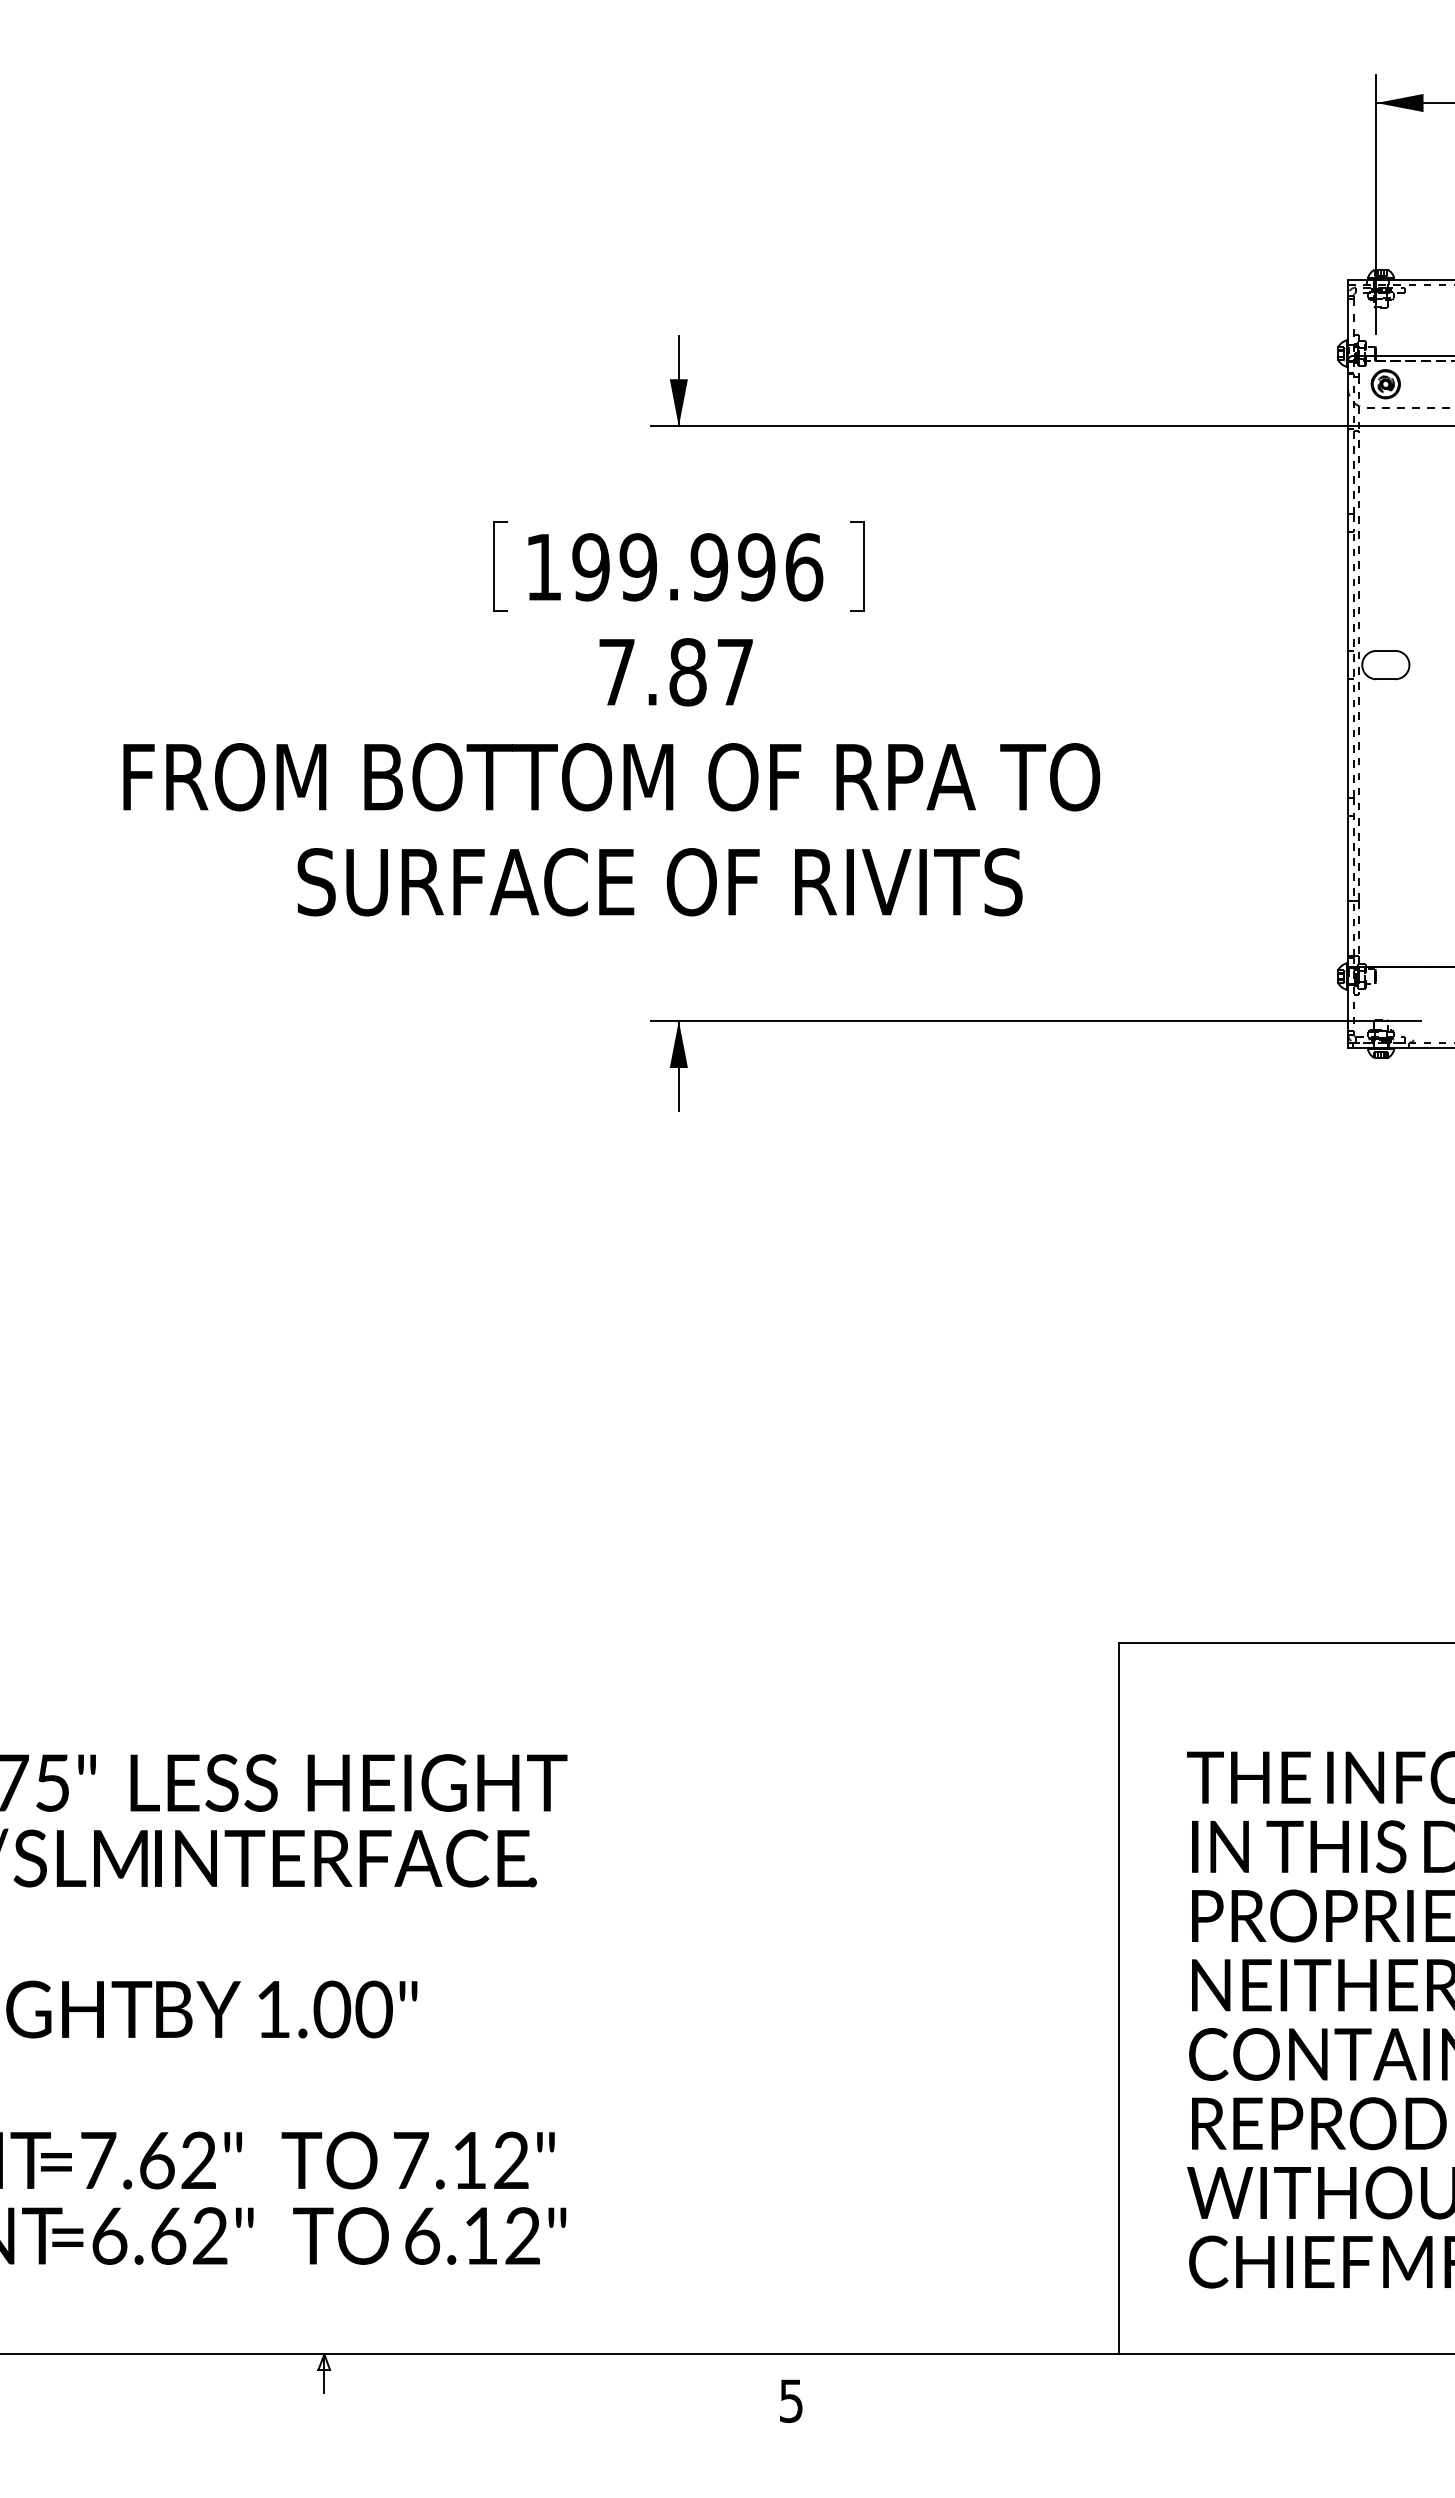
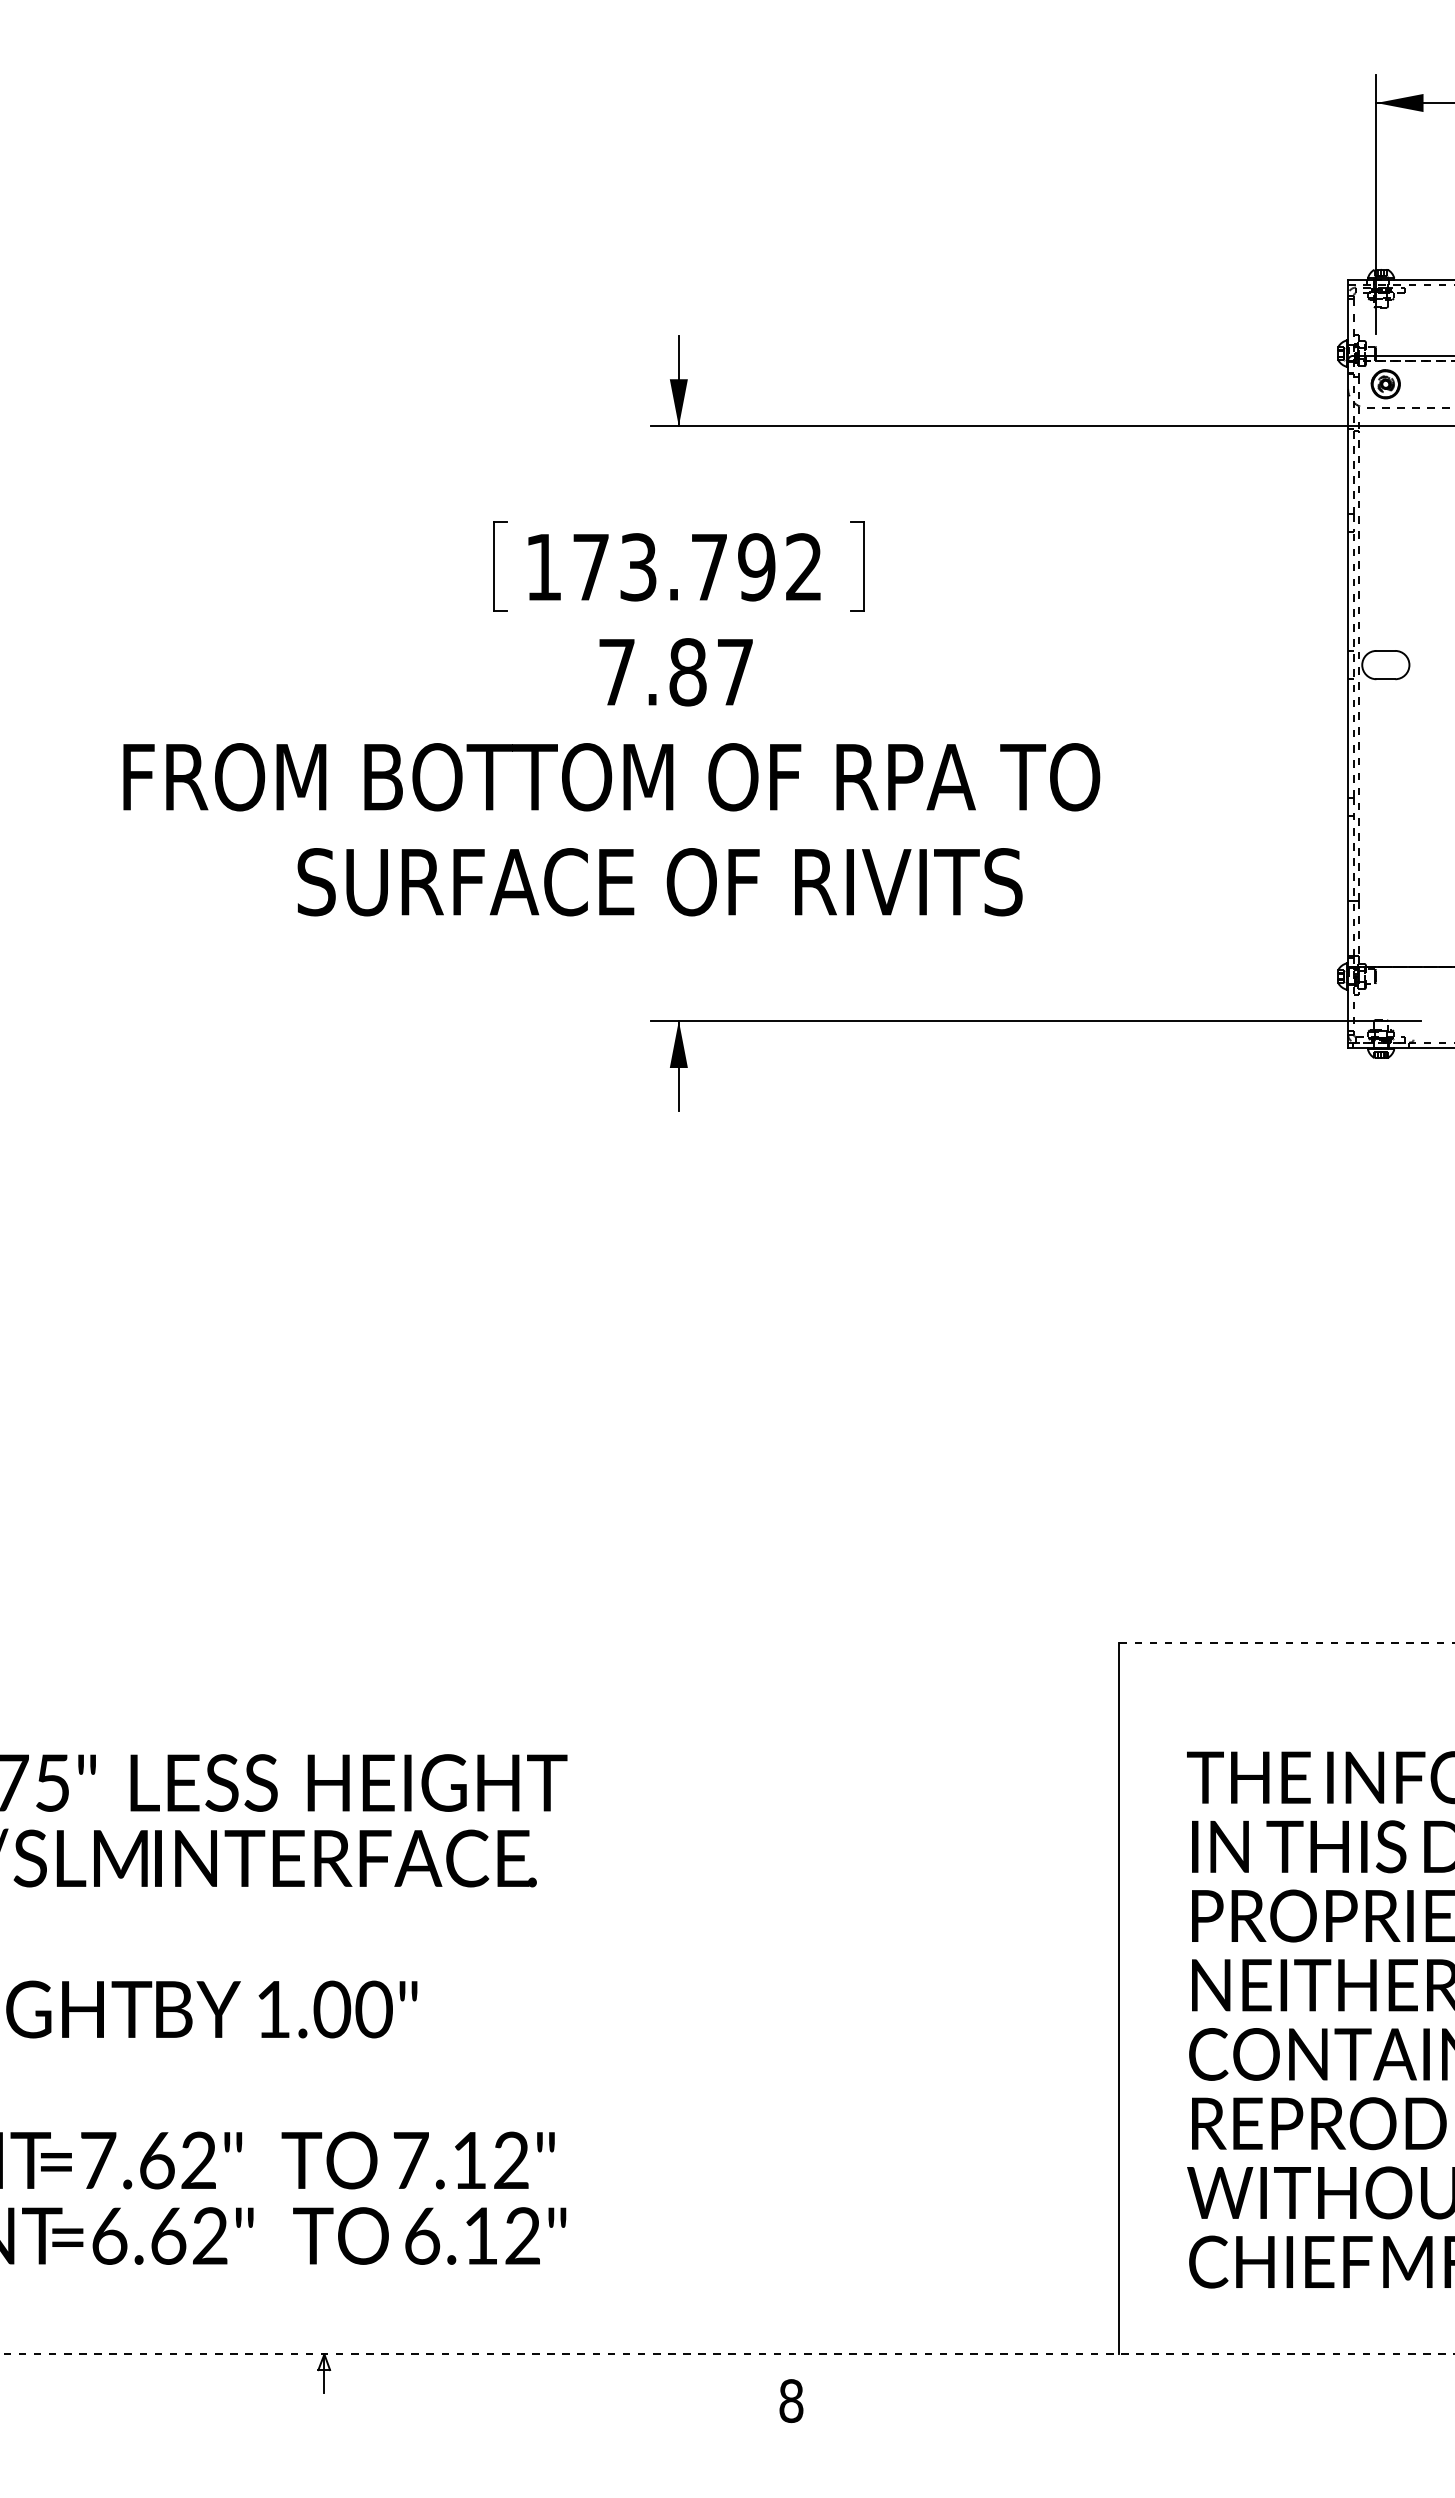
text at (697, 567): 199.996 -> 173.792
line at (1287, 1642): solid -> dashed
line at (727, 2354): solid -> dashed
text at (791, 2401): 5 -> 8
